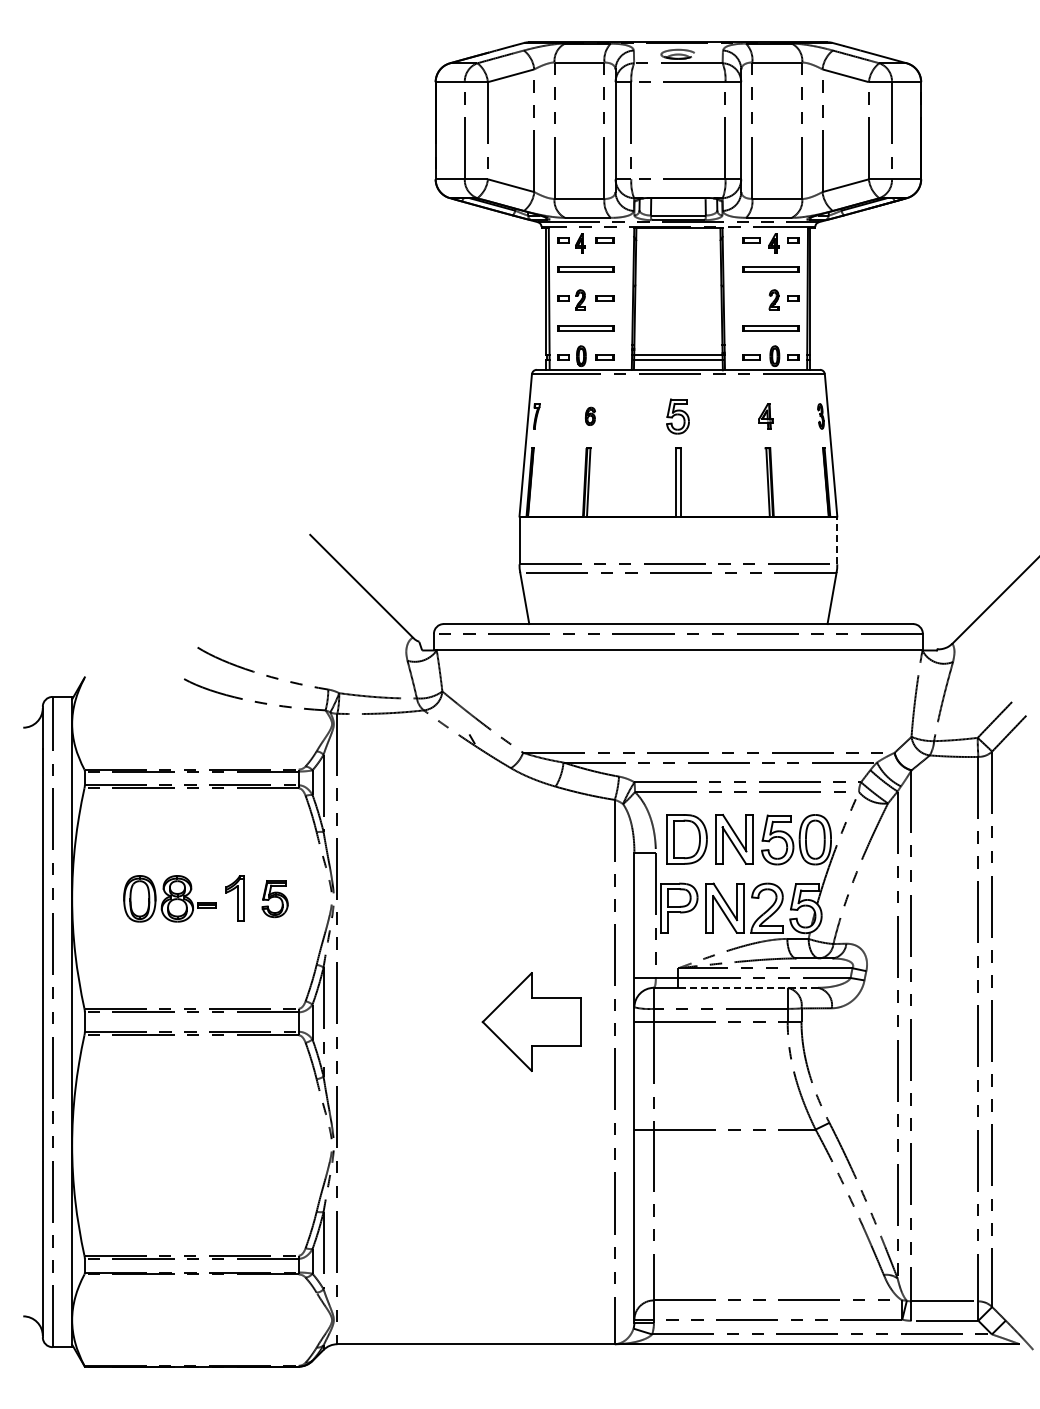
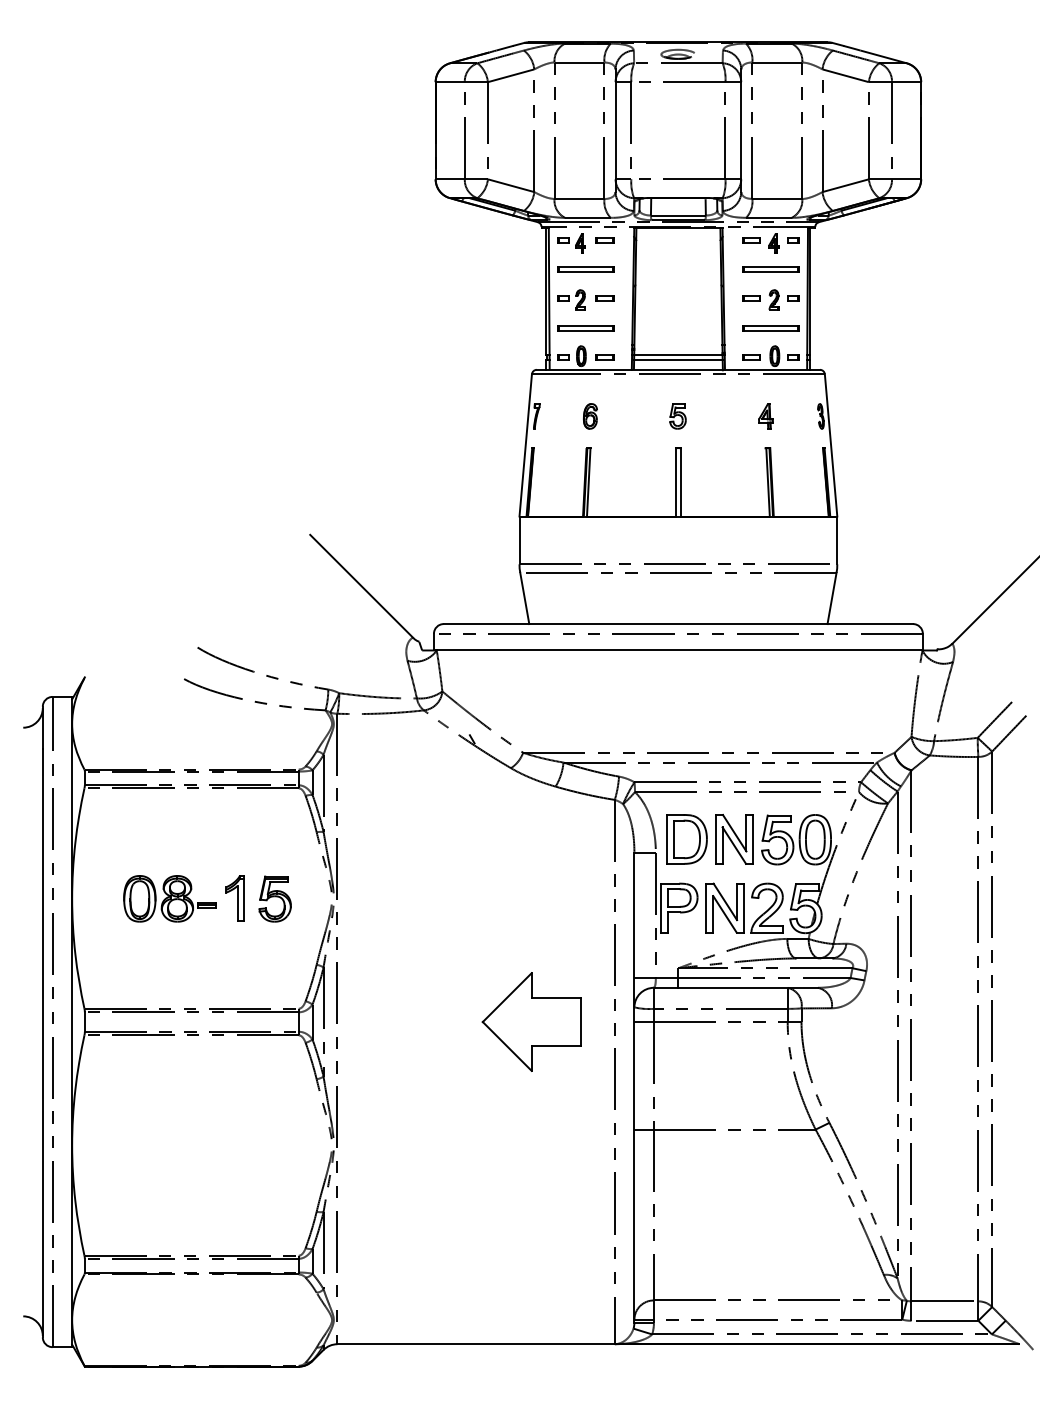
part at (751, 298): none -> present
part at (590, 415) size: 11x20 px -> 15x27 px
part at (677, 416) size: 24x37 px -> 18x27 px
line at (837, 540): dashed -> solid
part at (274, 899) size: 28x39 px -> 34x48 px
line at (748, 987): dashed -> solid
